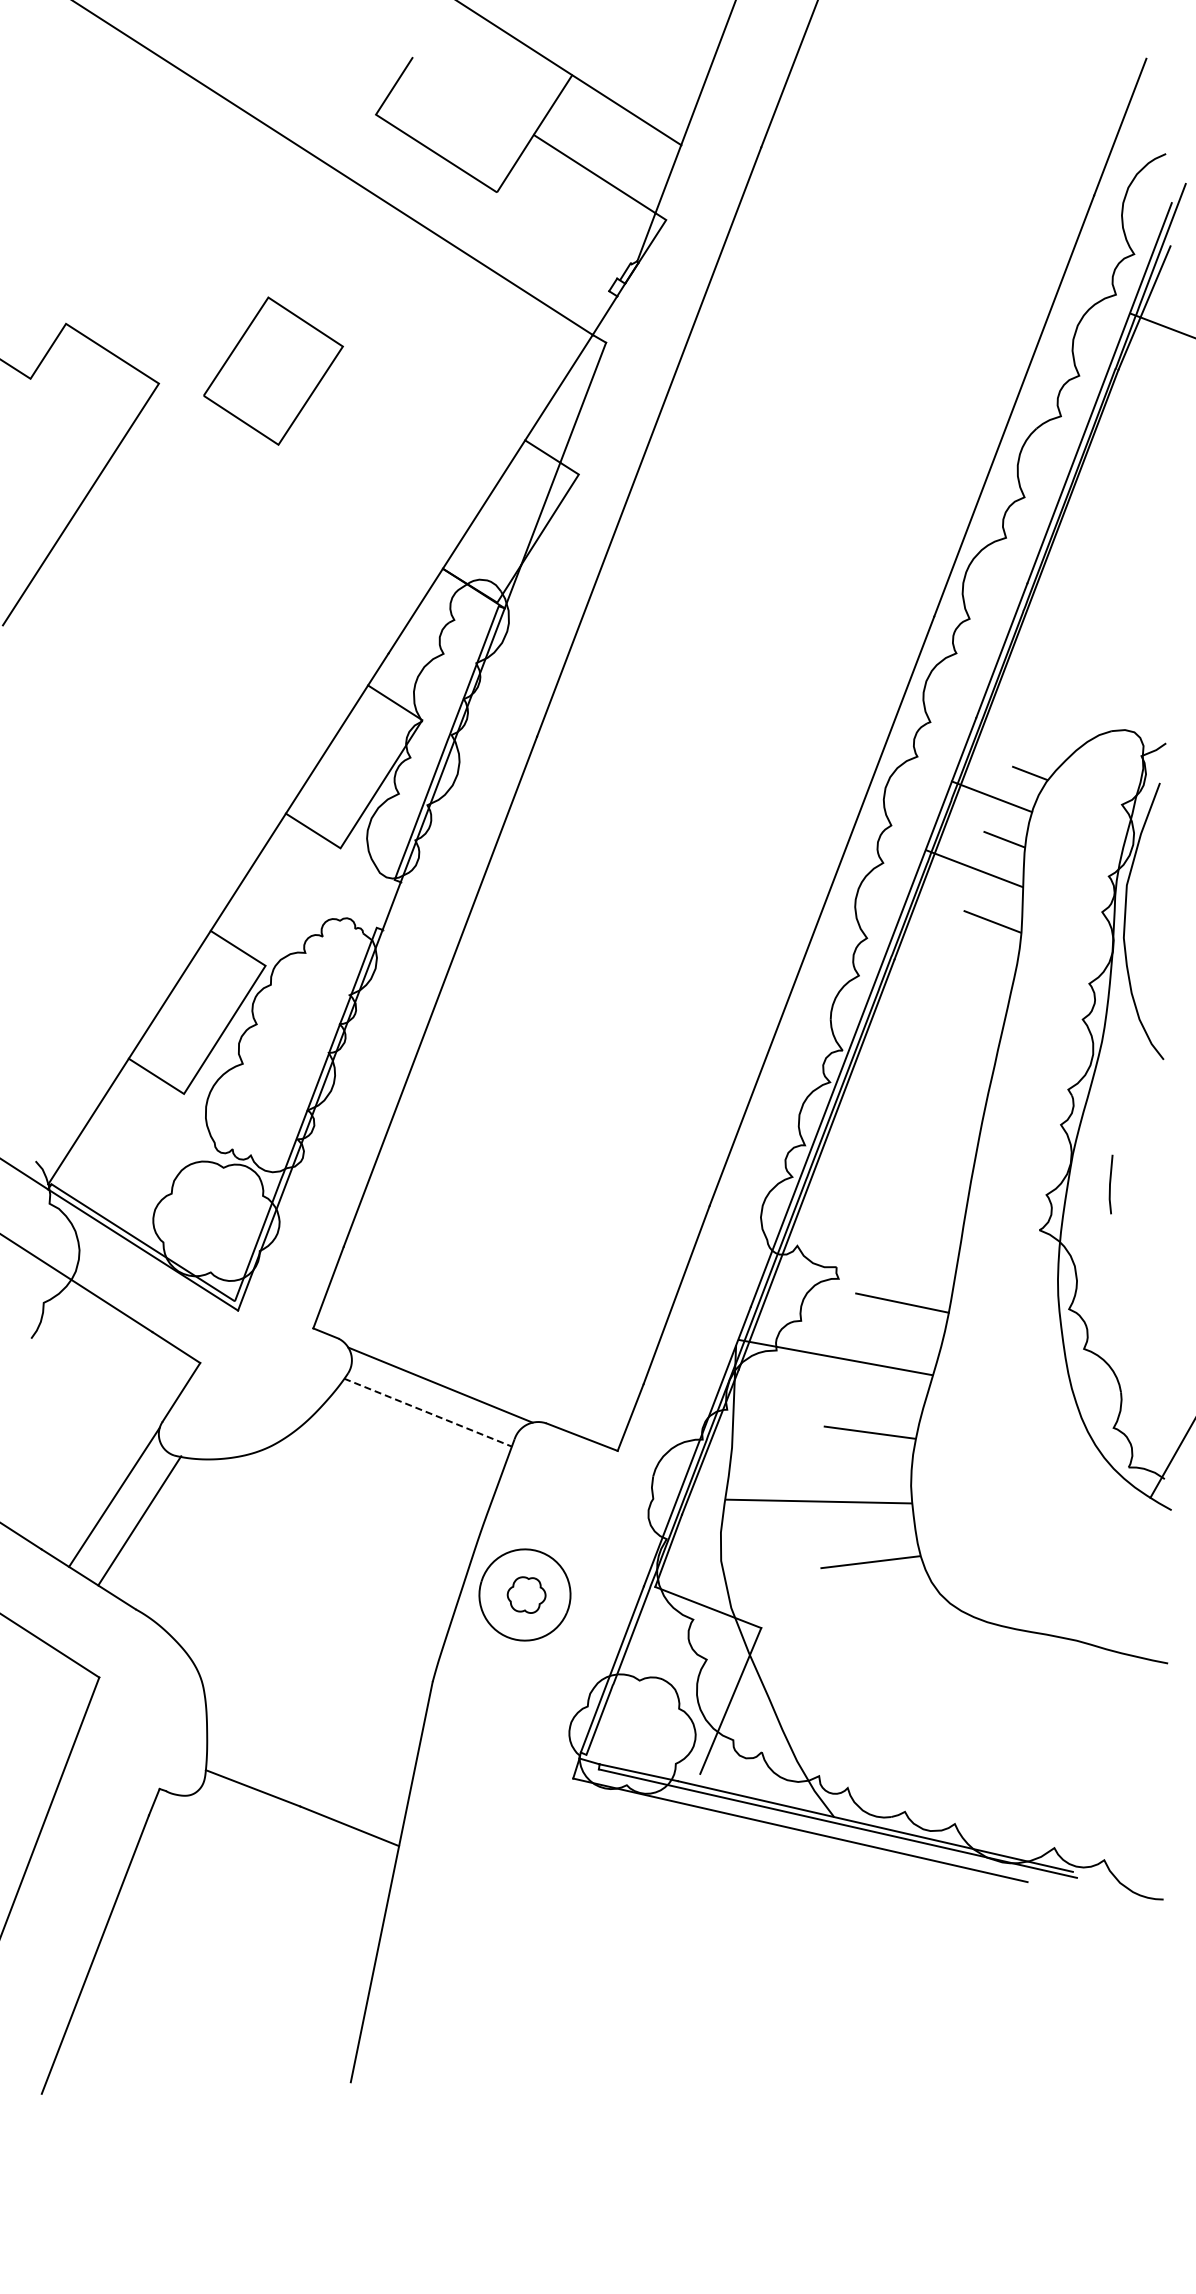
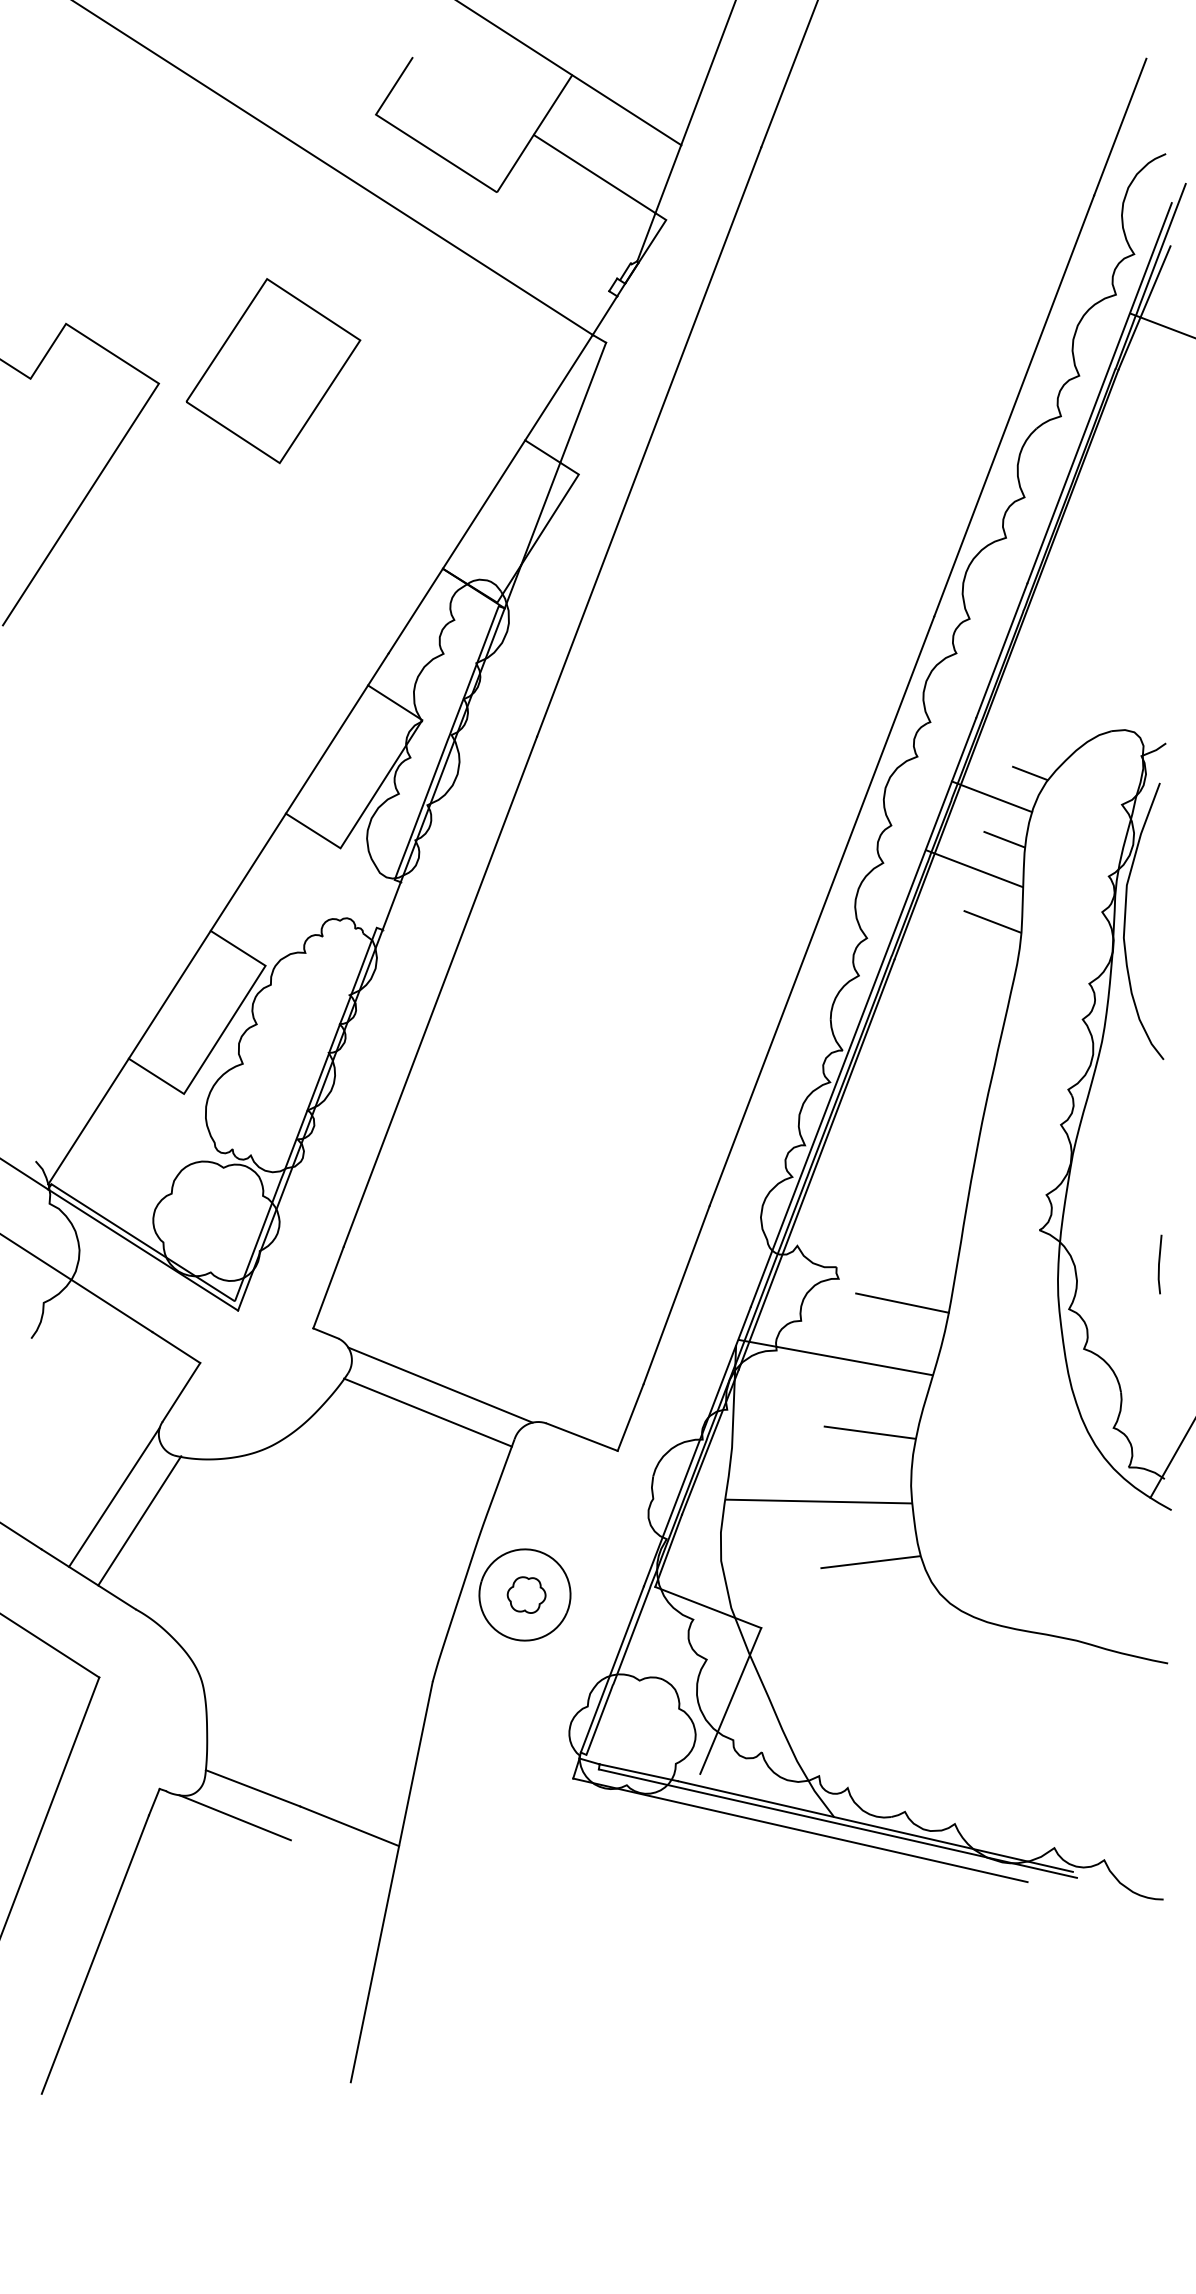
part at (273, 370) size: 141x150 px -> 177x187 px
line at (1110, 1184) position: (1110, 1184) -> (1159, 1264)
line at (428, 1412): dashed -> solid
line at (234, 1817): none -> present
